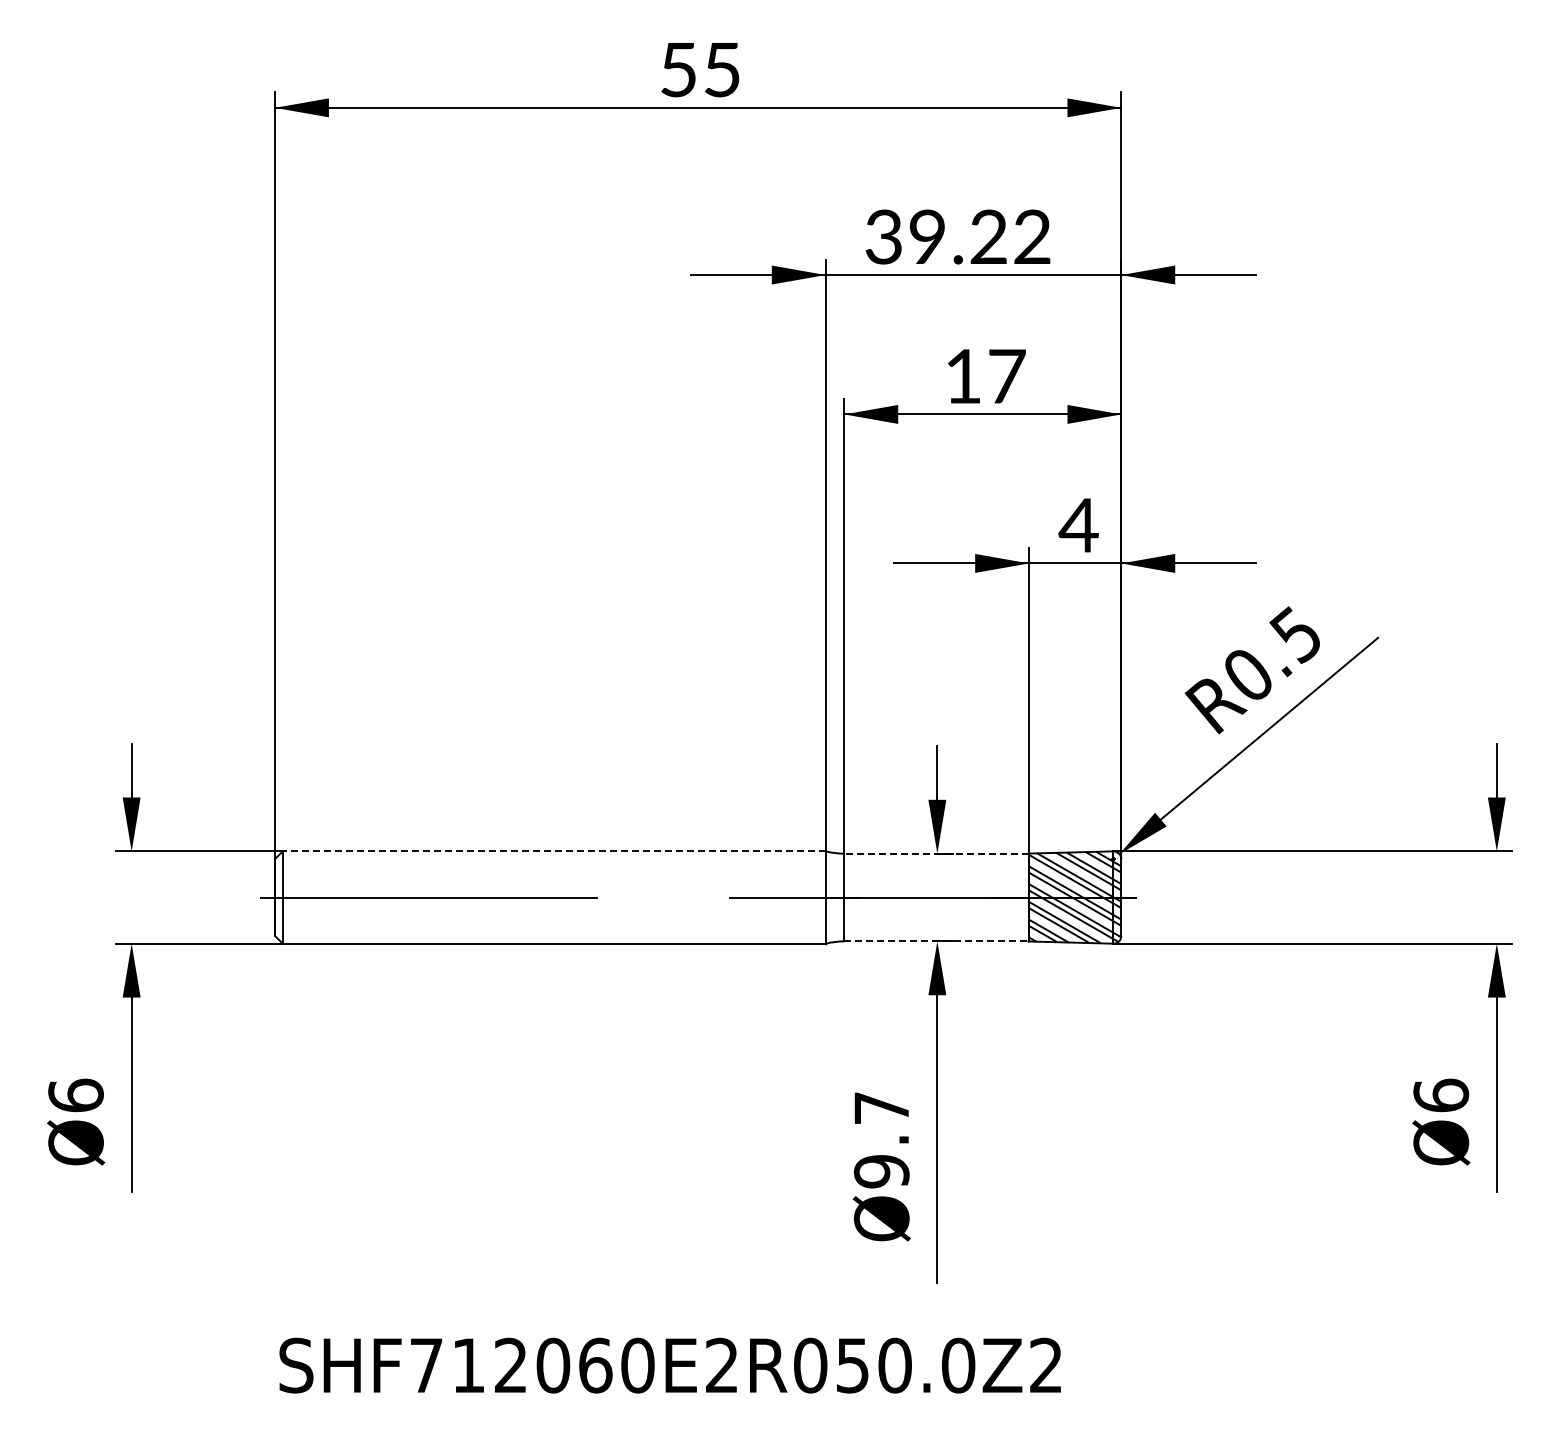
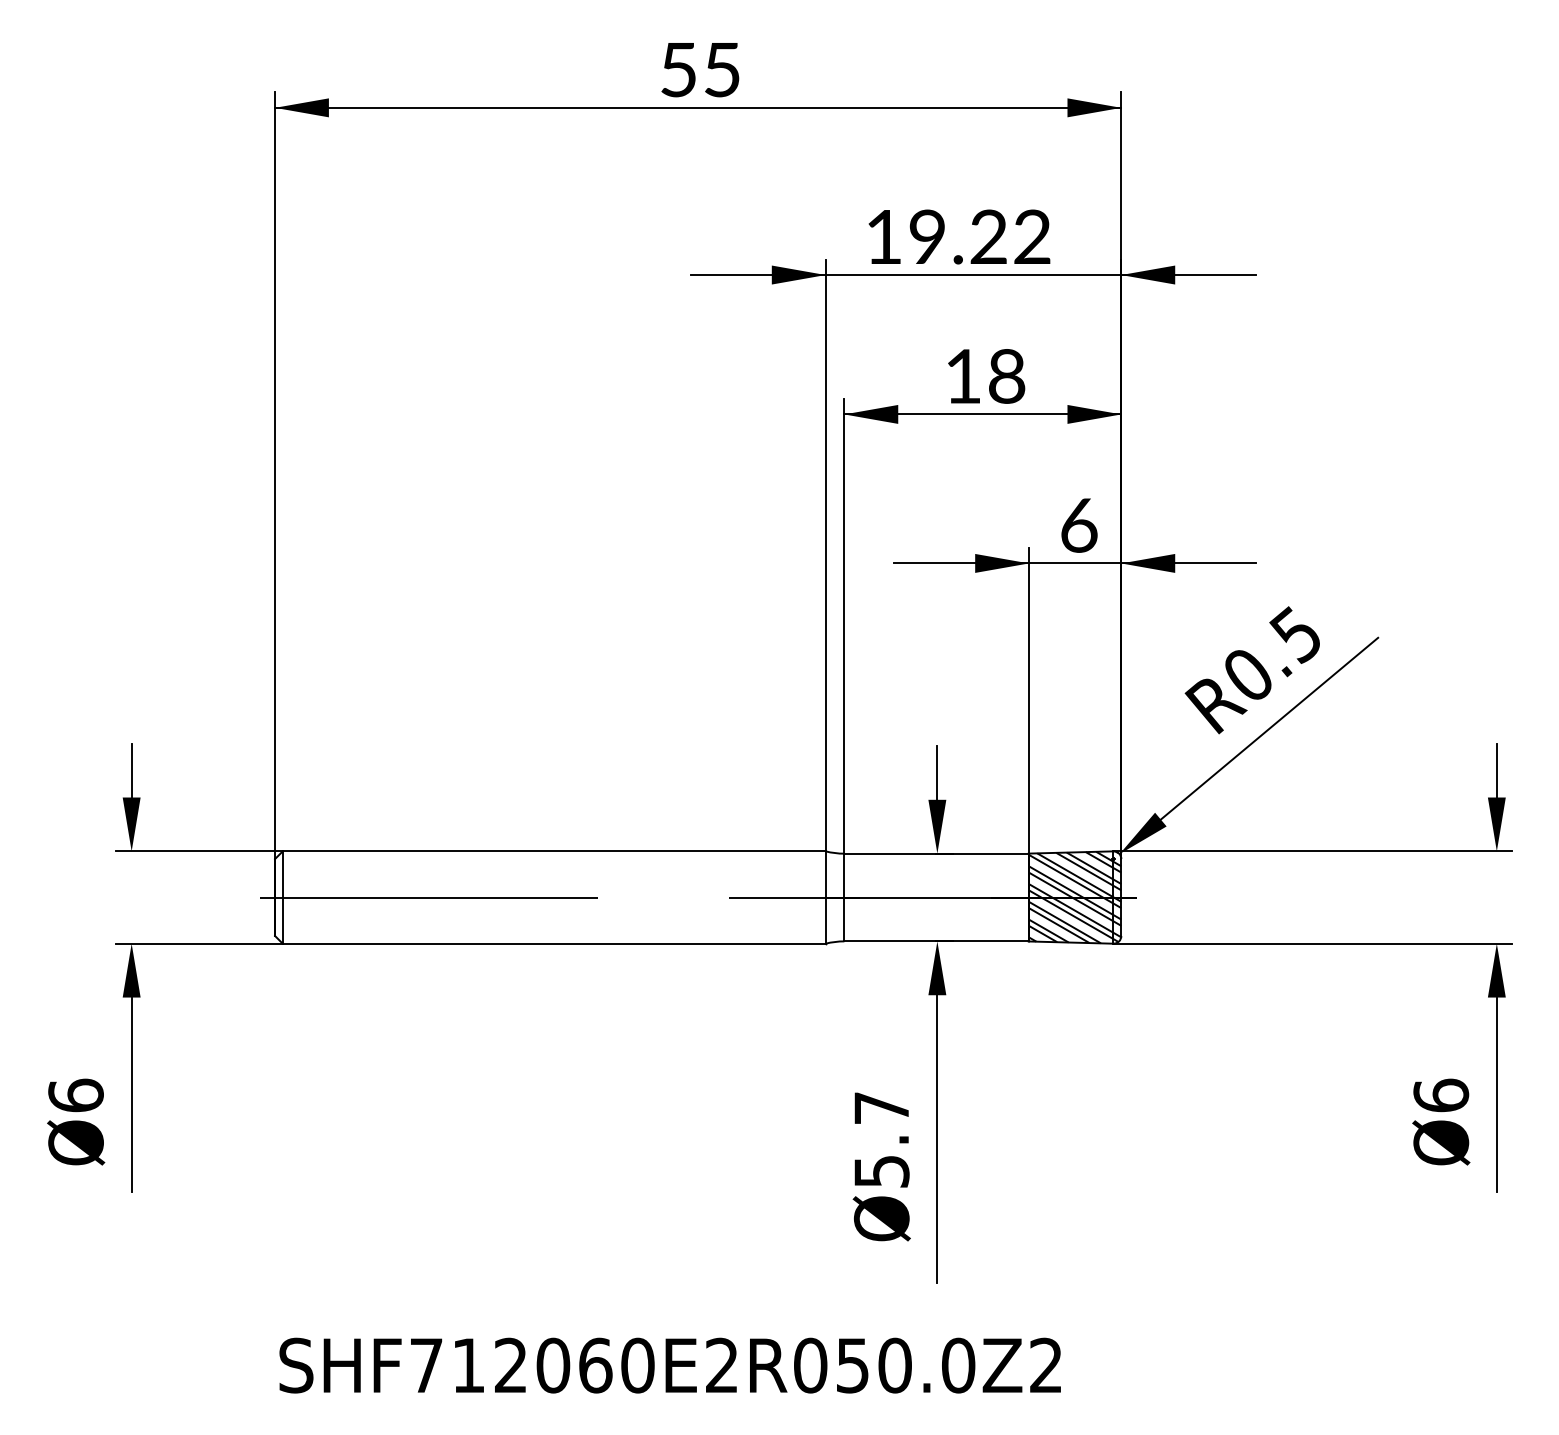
text at (883, 236): 39.22 -> 19.22
text at (1007, 376): 17 -> 18
text at (1078, 525): 4 -> 6
line at (553, 851): dashed -> solid
line at (935, 853): dashed -> solid
line at (936, 941): dashed -> solid
text at (881, 1171): Ø9.7 -> Ø5.7
